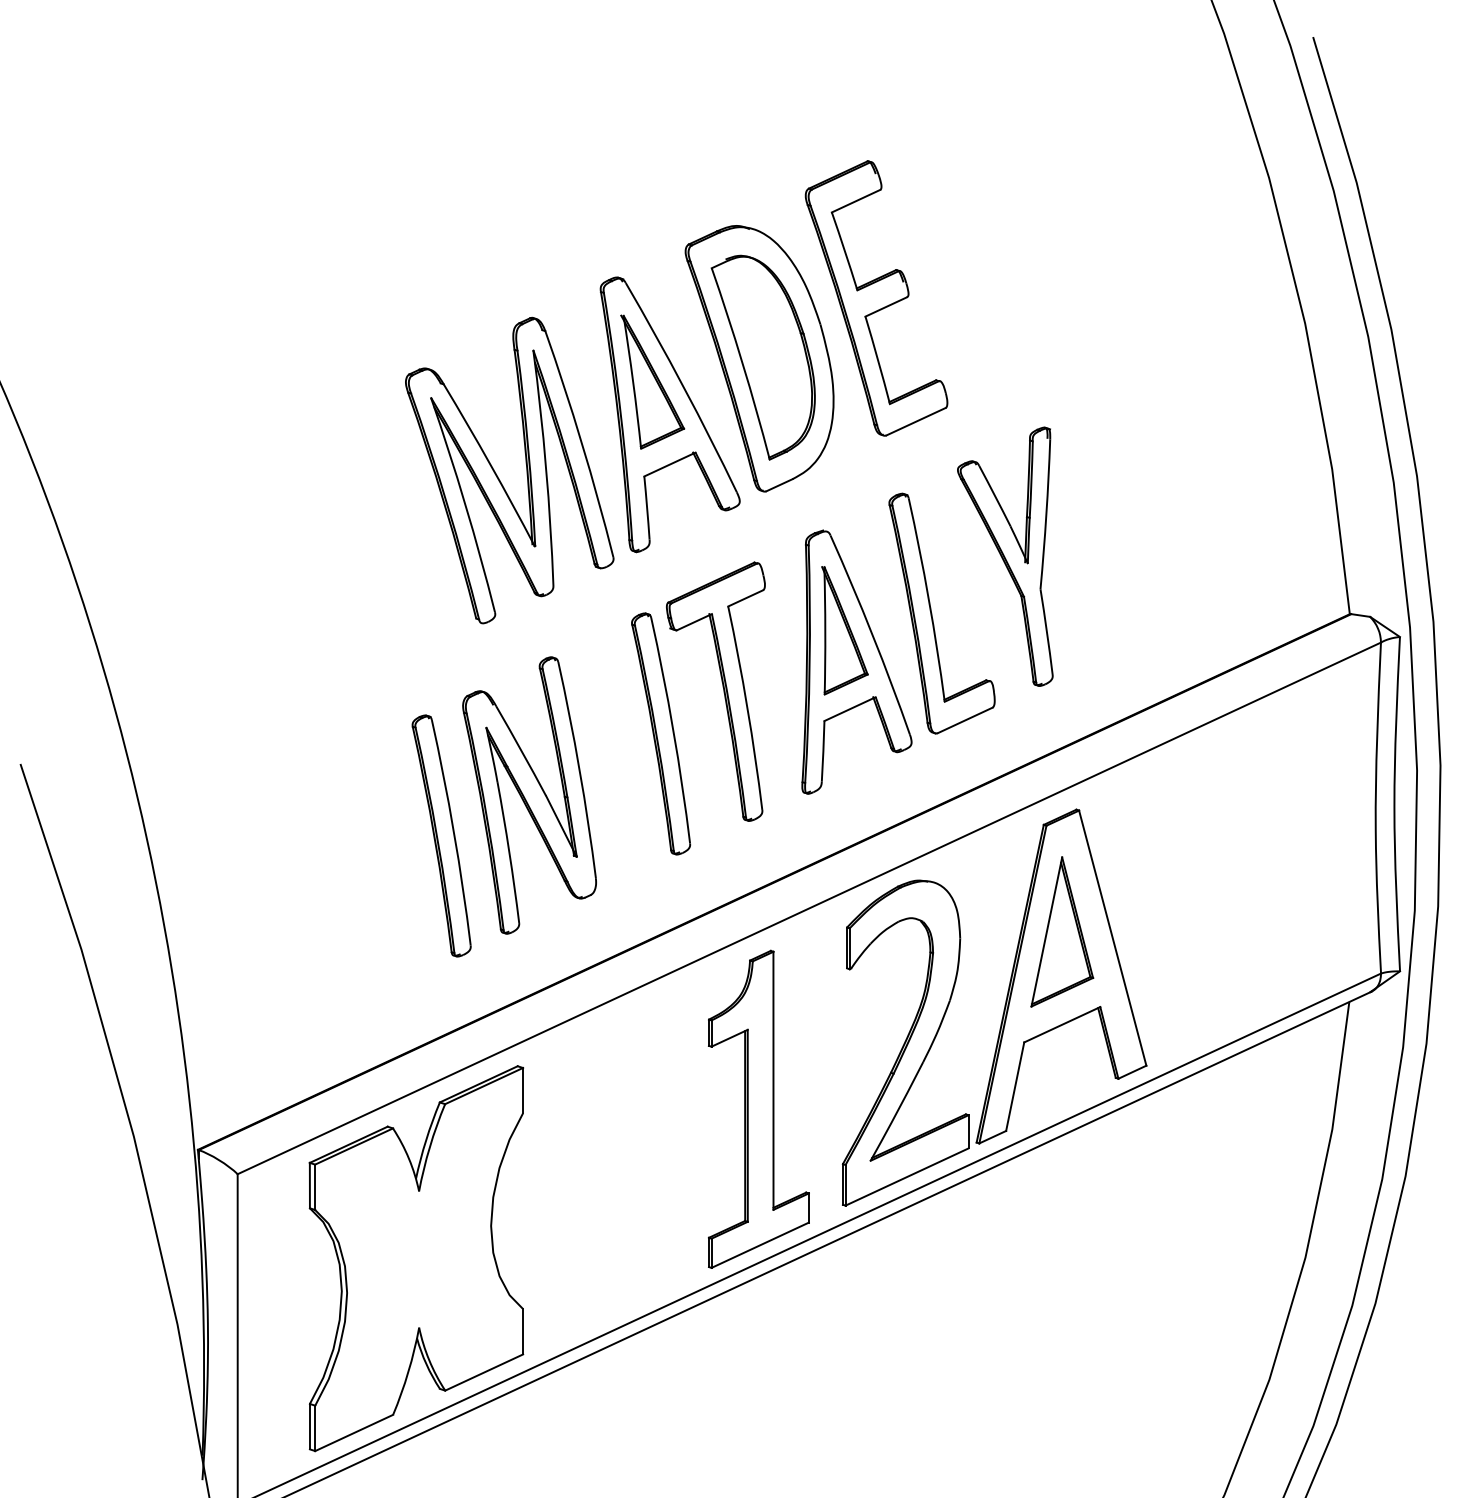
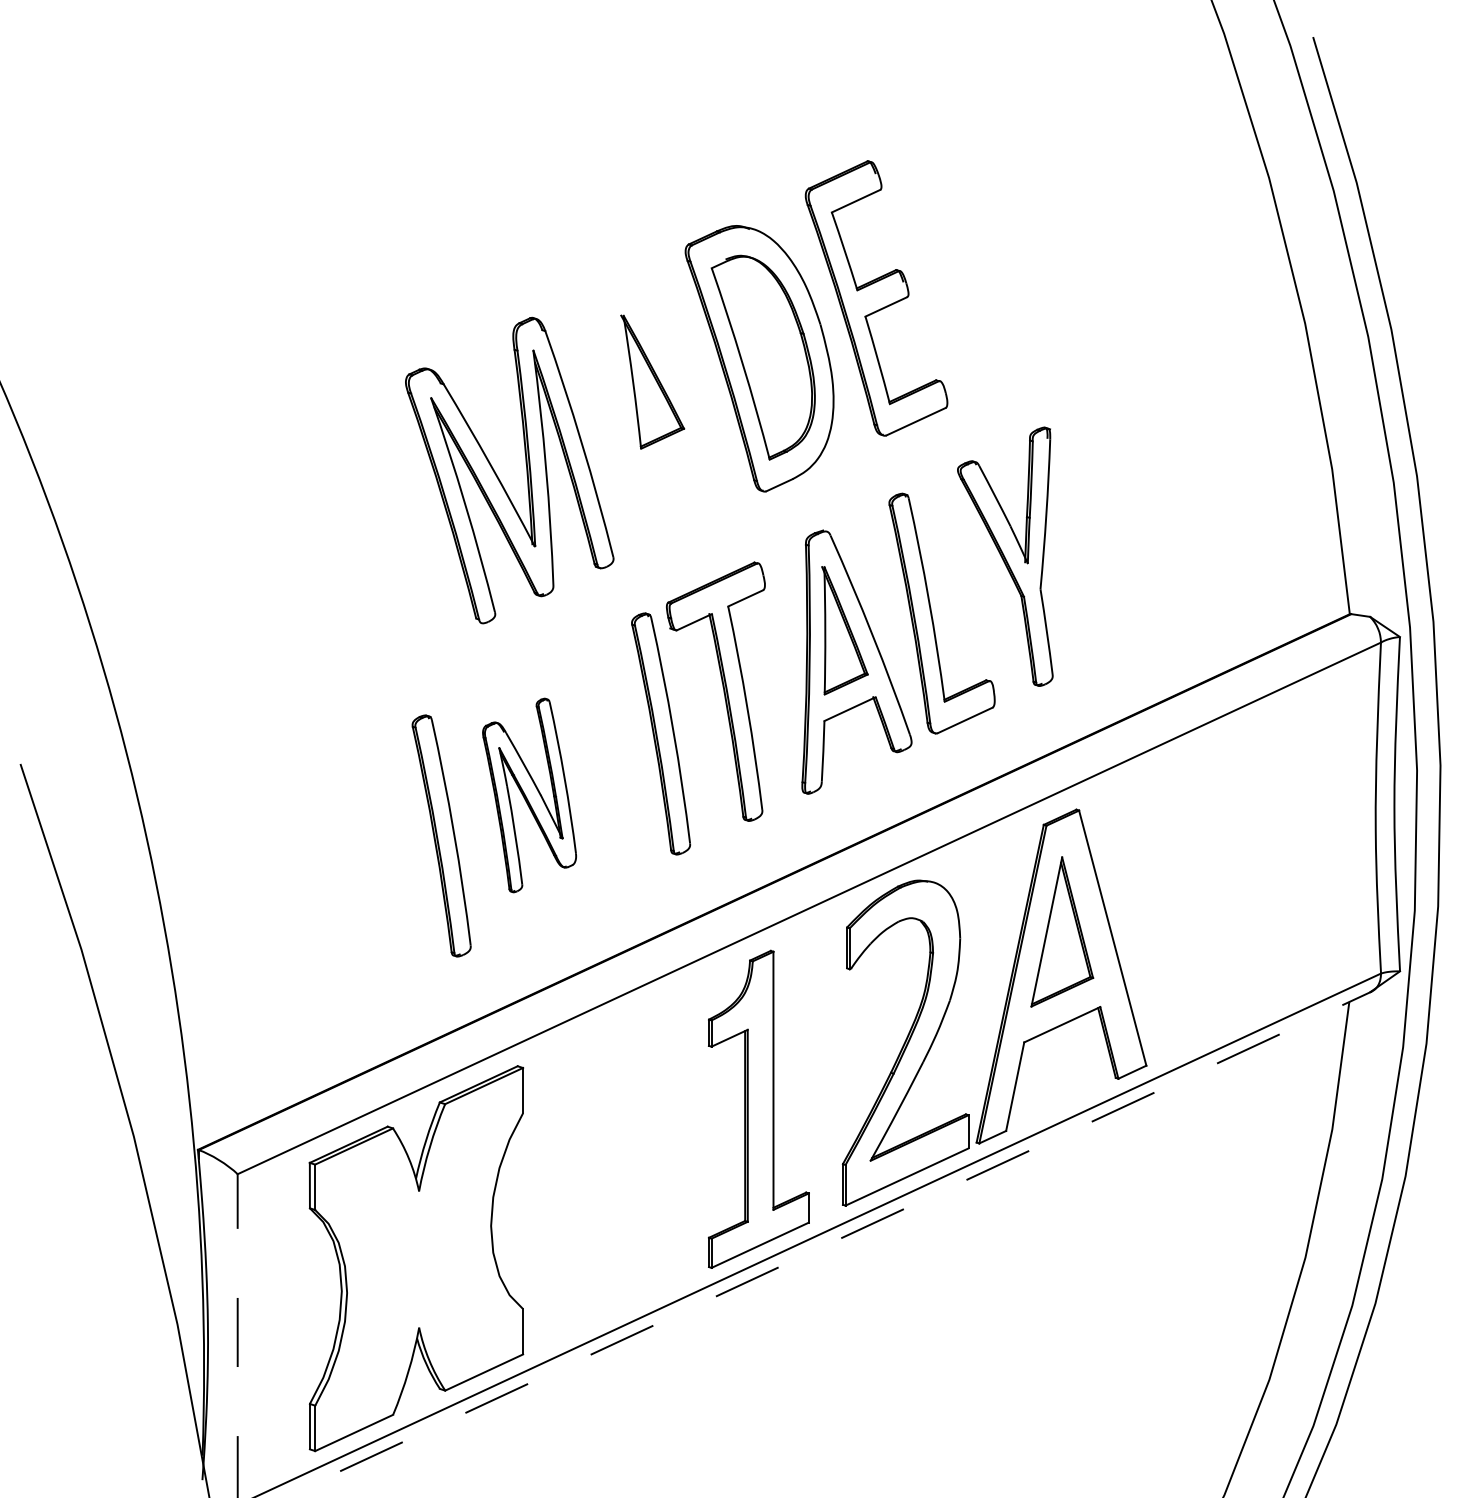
part at (669, 414): present -> none
part at (529, 795) size: 135x279 px -> 95x197 px
line at (827, 1244): solid -> dashed
line at (237, 1335): solid -> dashed
